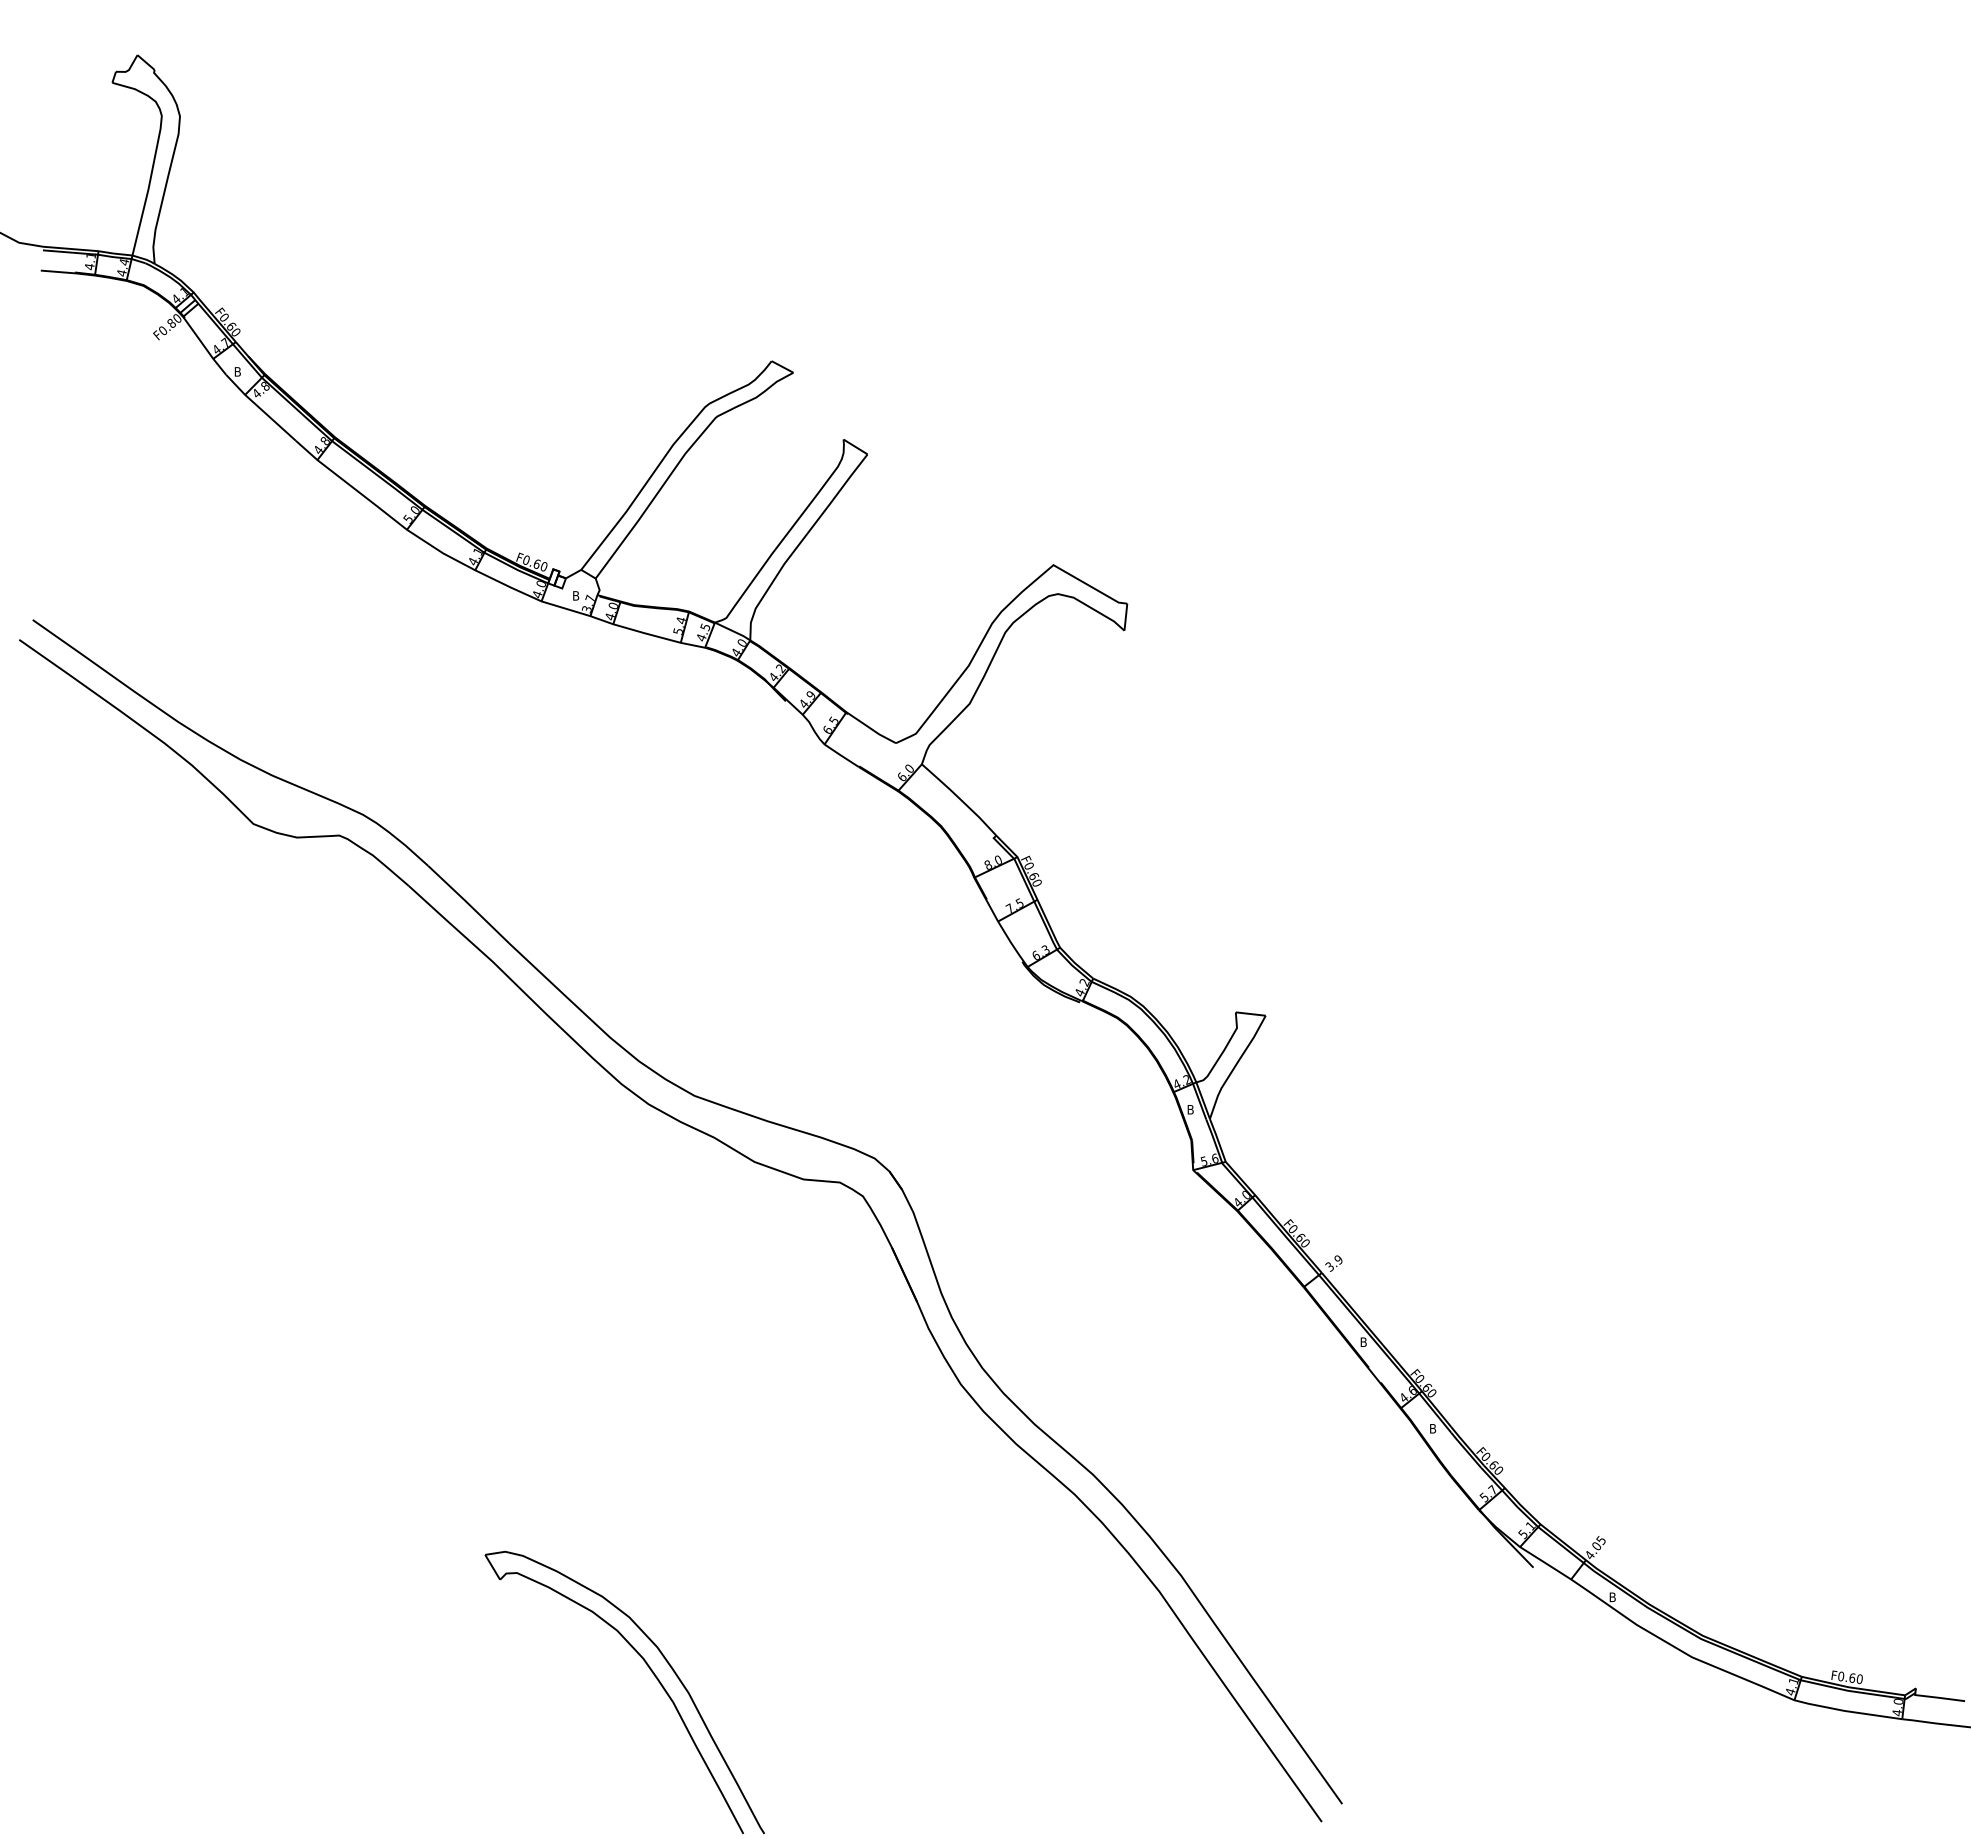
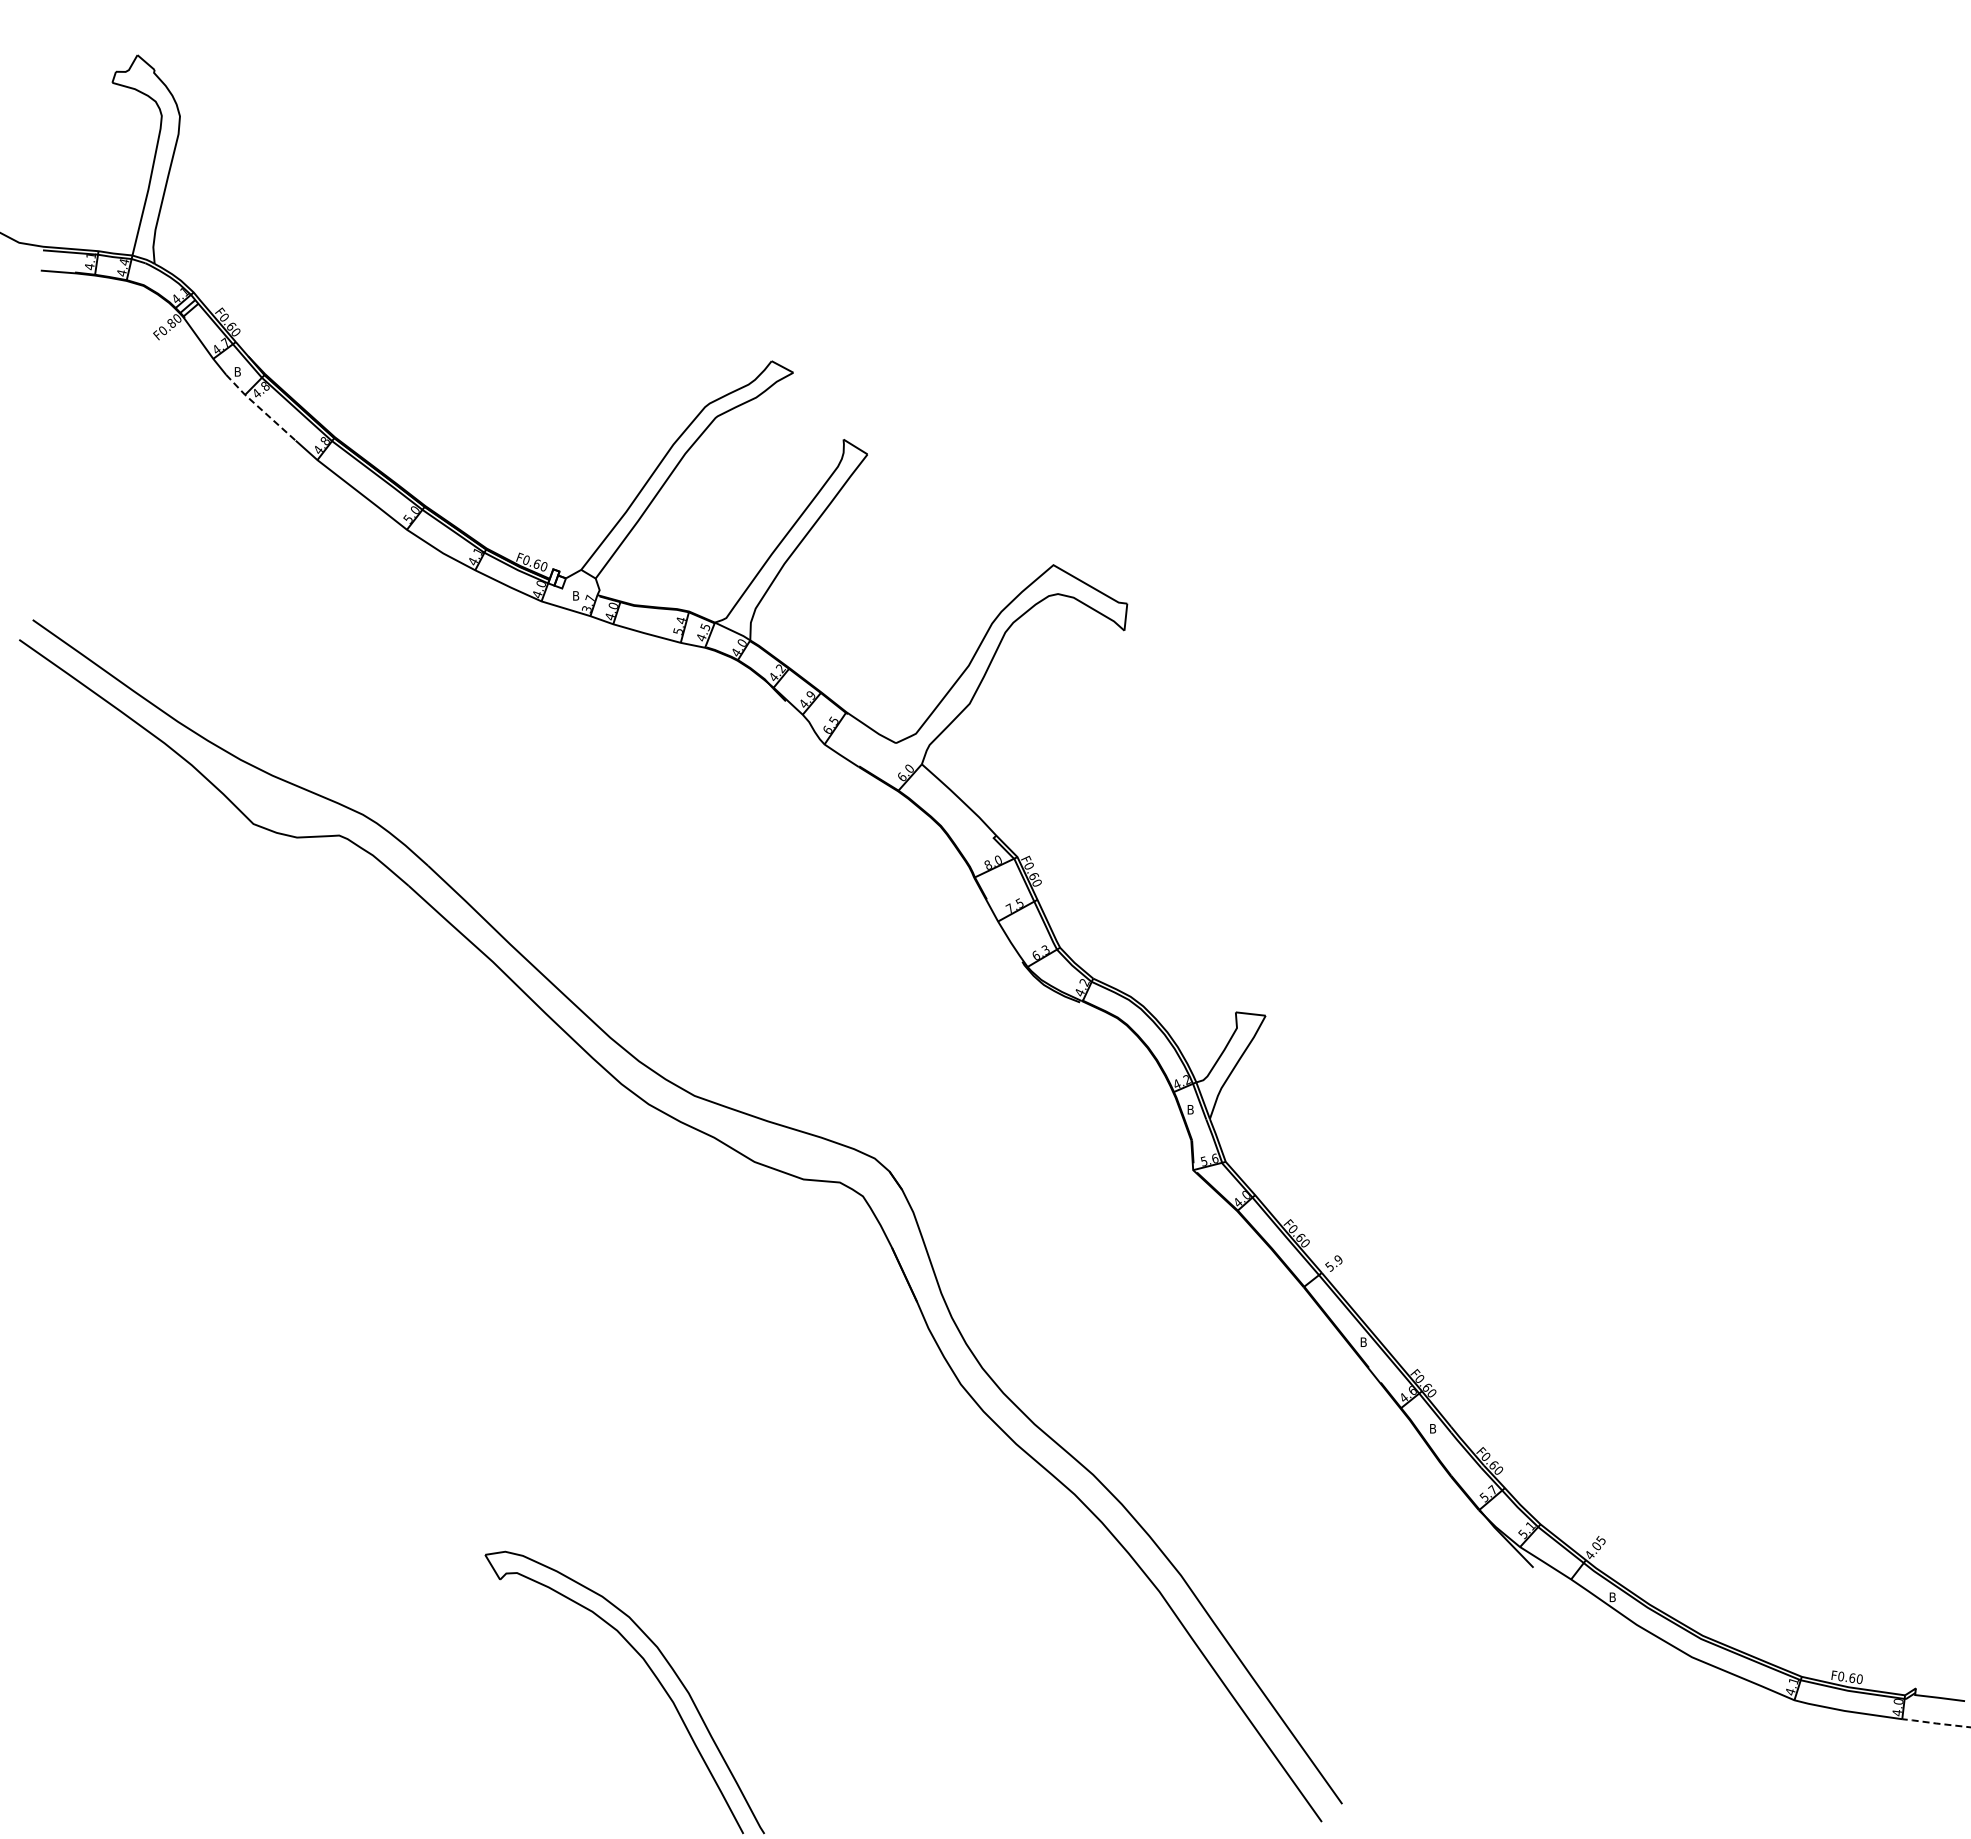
line at (259, 408): solid -> dashed
text at (1329, 1264): 3.9 -> 5.9
line at (1935, 1723): solid -> dashed
